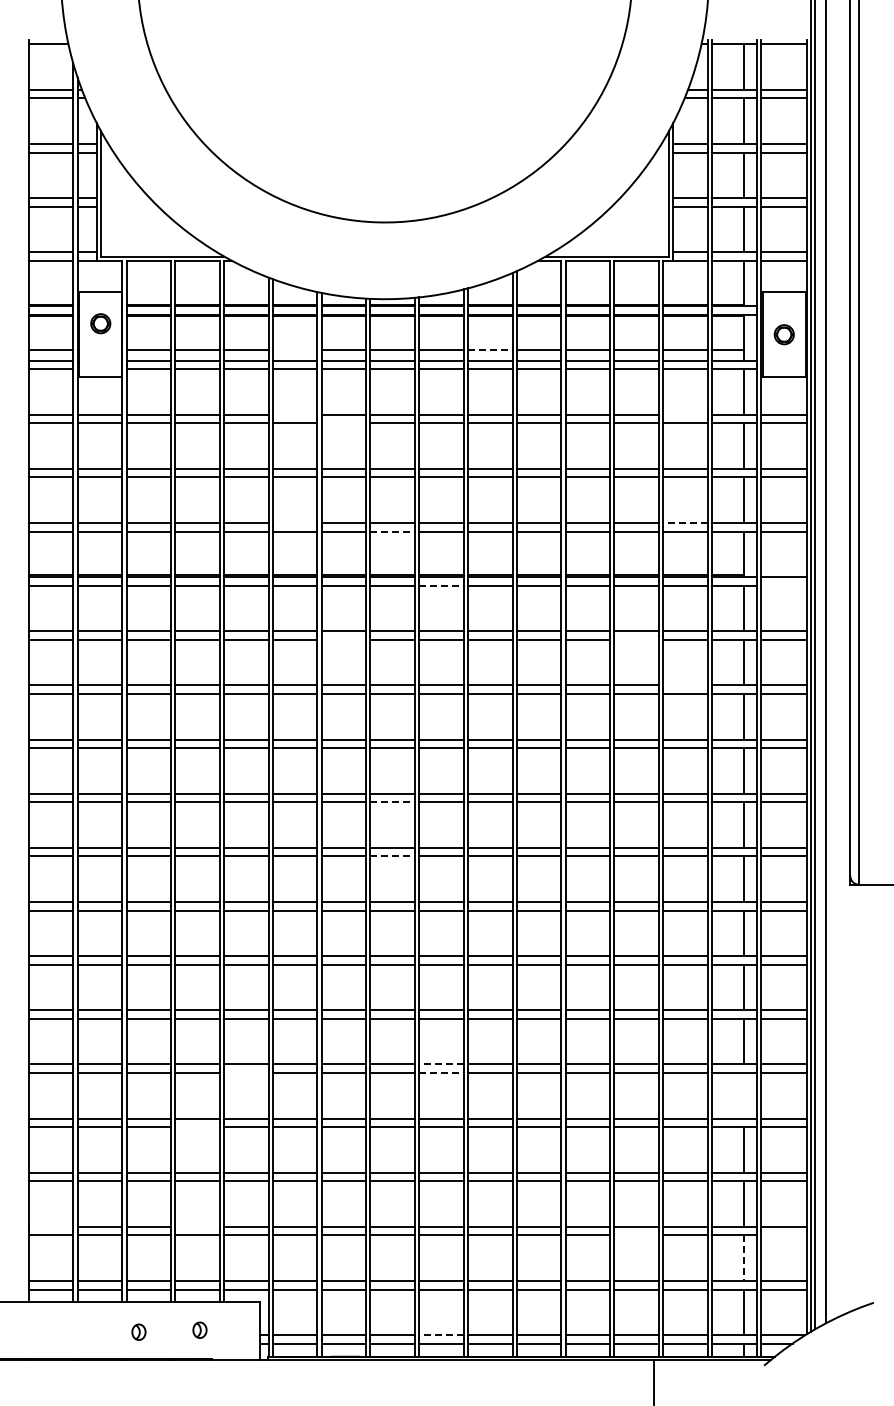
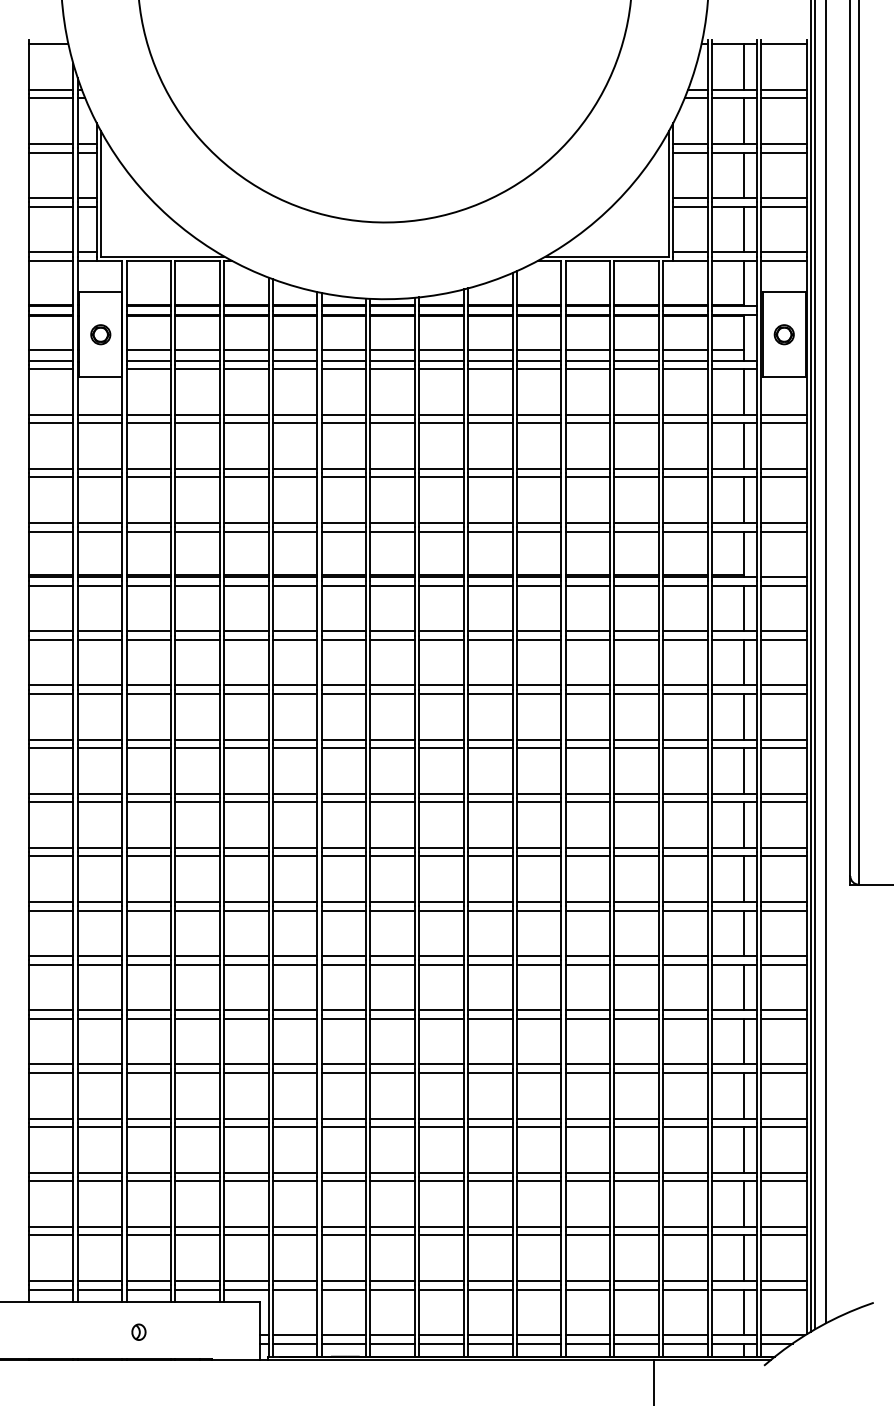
part at (100, 323) position: (100, 323) -> (100, 334)
line at (294, 350): none -> present
line at (490, 350): dashed -> solid
line at (294, 414): none -> present
line at (685, 414): none -> present
line at (343, 423): none -> present
line at (294, 523): none -> present
line at (685, 523): dashed -> solid
line at (393, 531): dashed -> solid
line at (442, 585): dashed -> solid
line at (783, 585): none -> present
line at (343, 639): none -> present
line at (636, 639): none -> present
line at (685, 685): none -> present
line at (393, 802): dashed -> solid
line at (393, 856): dashed -> solid
line at (441, 1064): dashed -> solid
line at (246, 1072): none -> present
line at (442, 1072): dashed -> solid
line at (743, 1095): none -> present
line at (197, 1127): none -> present
line at (50, 1226): none -> present
line at (197, 1226): none -> present
line at (636, 1235): none -> present
line at (783, 1235): none -> present
line at (743, 1258): dashed -> solid
part at (199, 1329): present -> none
line at (441, 1335): dashed -> solid
